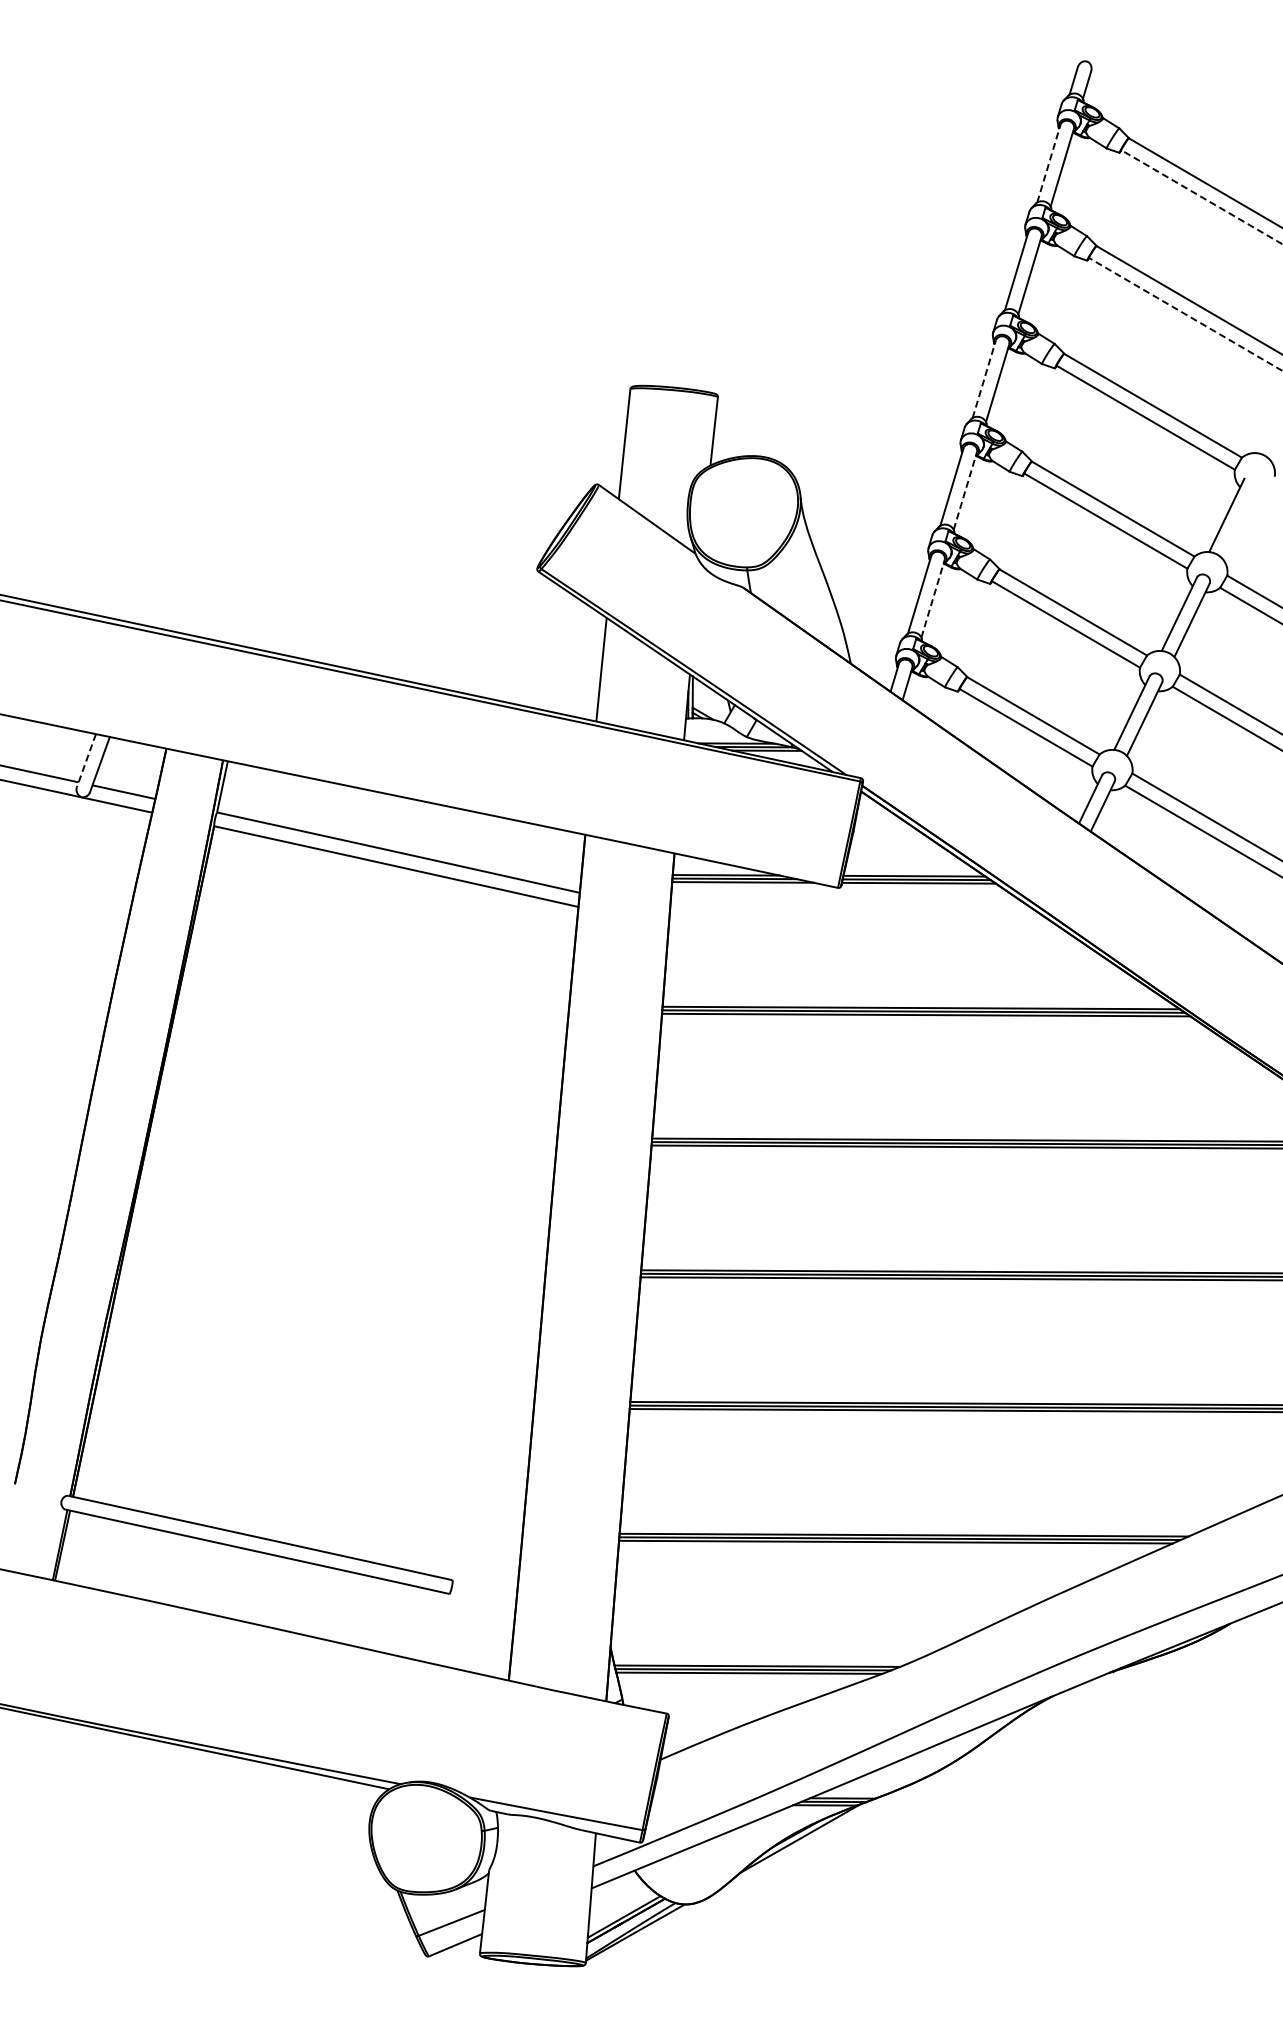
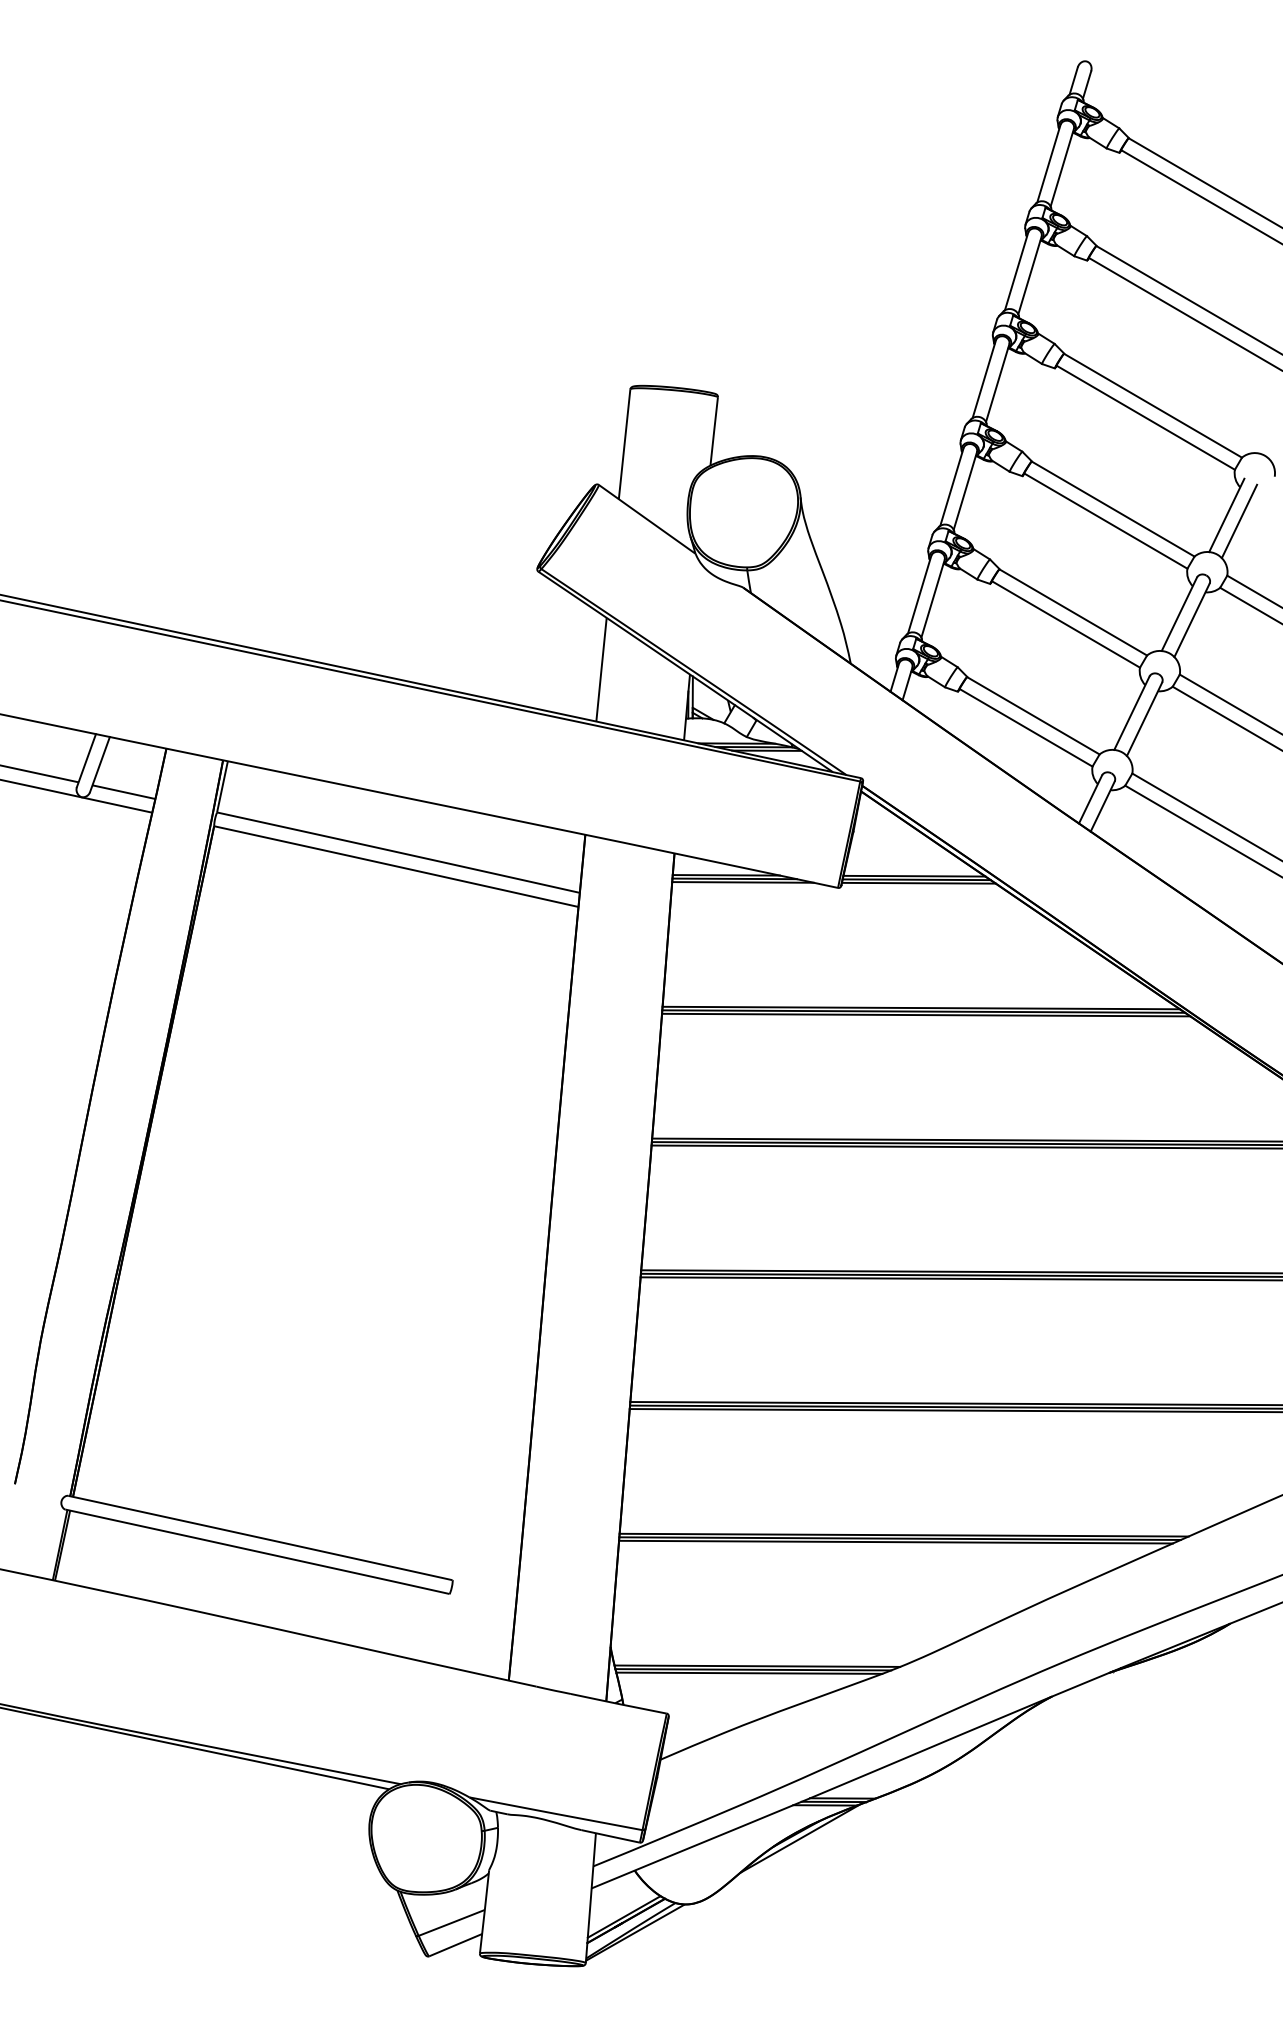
line at (1048, 163): dashed -> solid
line at (1201, 196): dashed -> solid
line at (1185, 314): dashed -> solid
line at (984, 379): dashed -> solid
line at (965, 490): dashed -> solid
line at (1239, 521): none -> present
line at (933, 598): dashed -> solid
line at (86, 761): dashed -> solid
